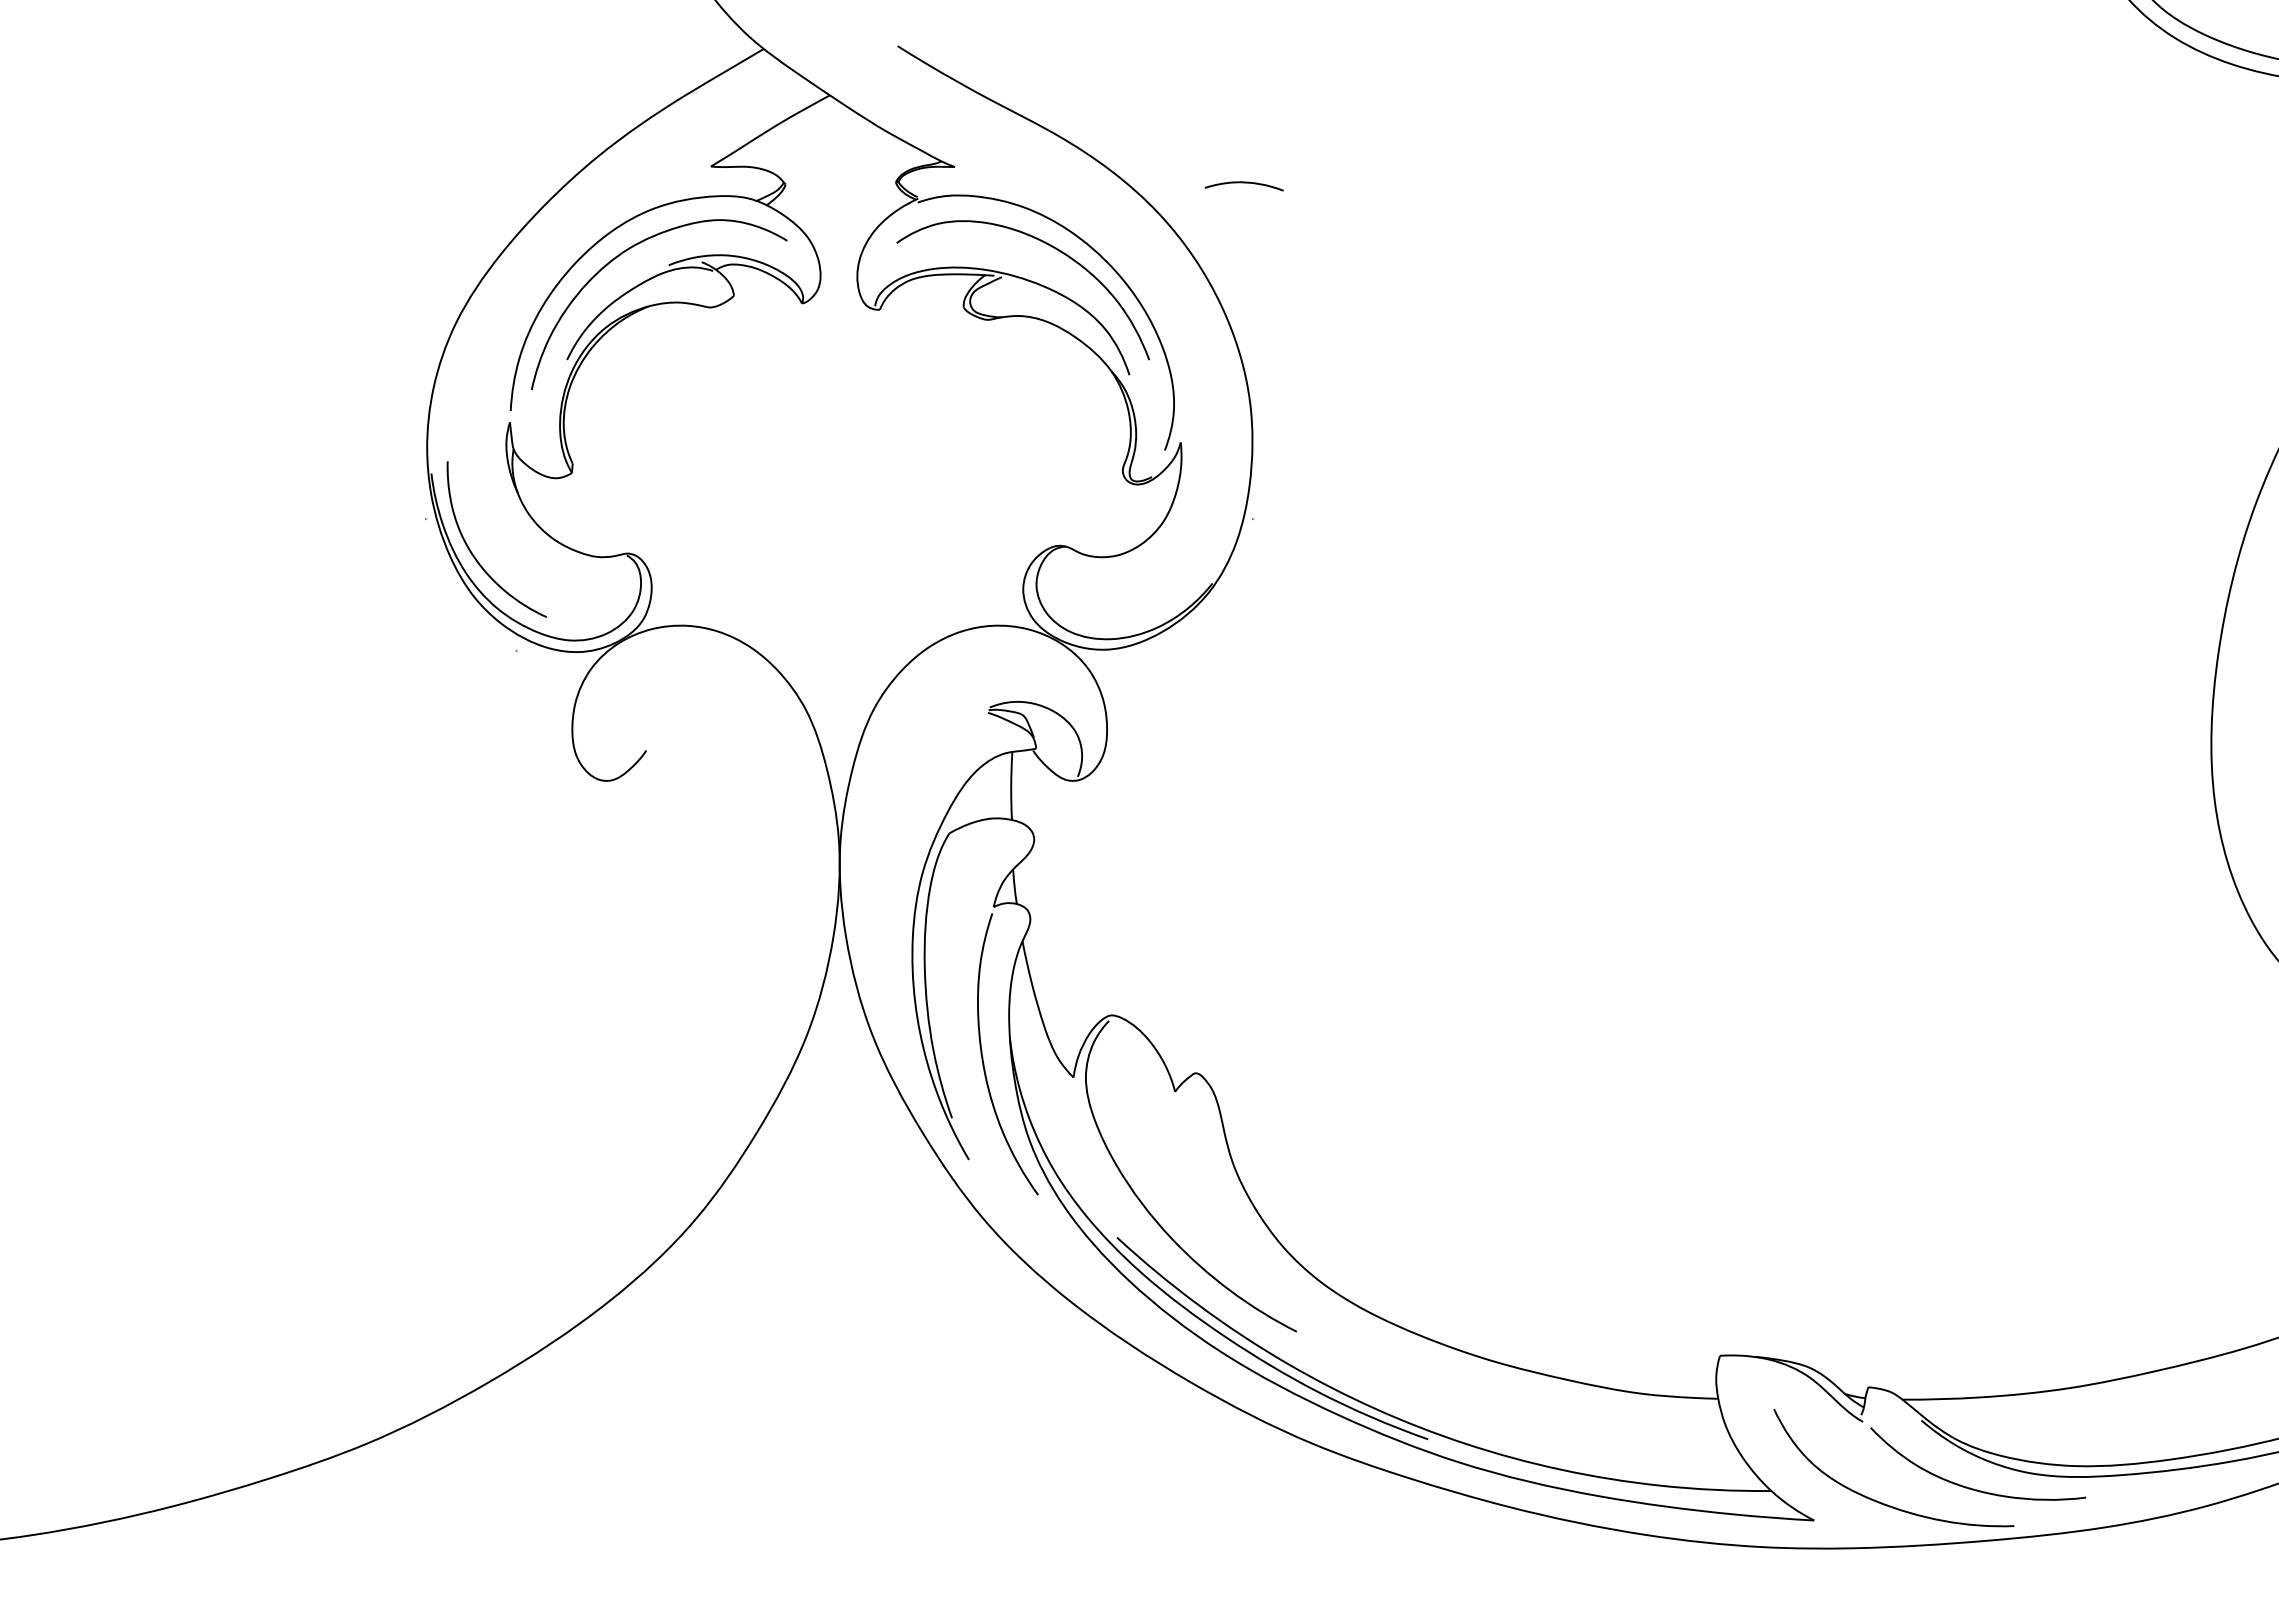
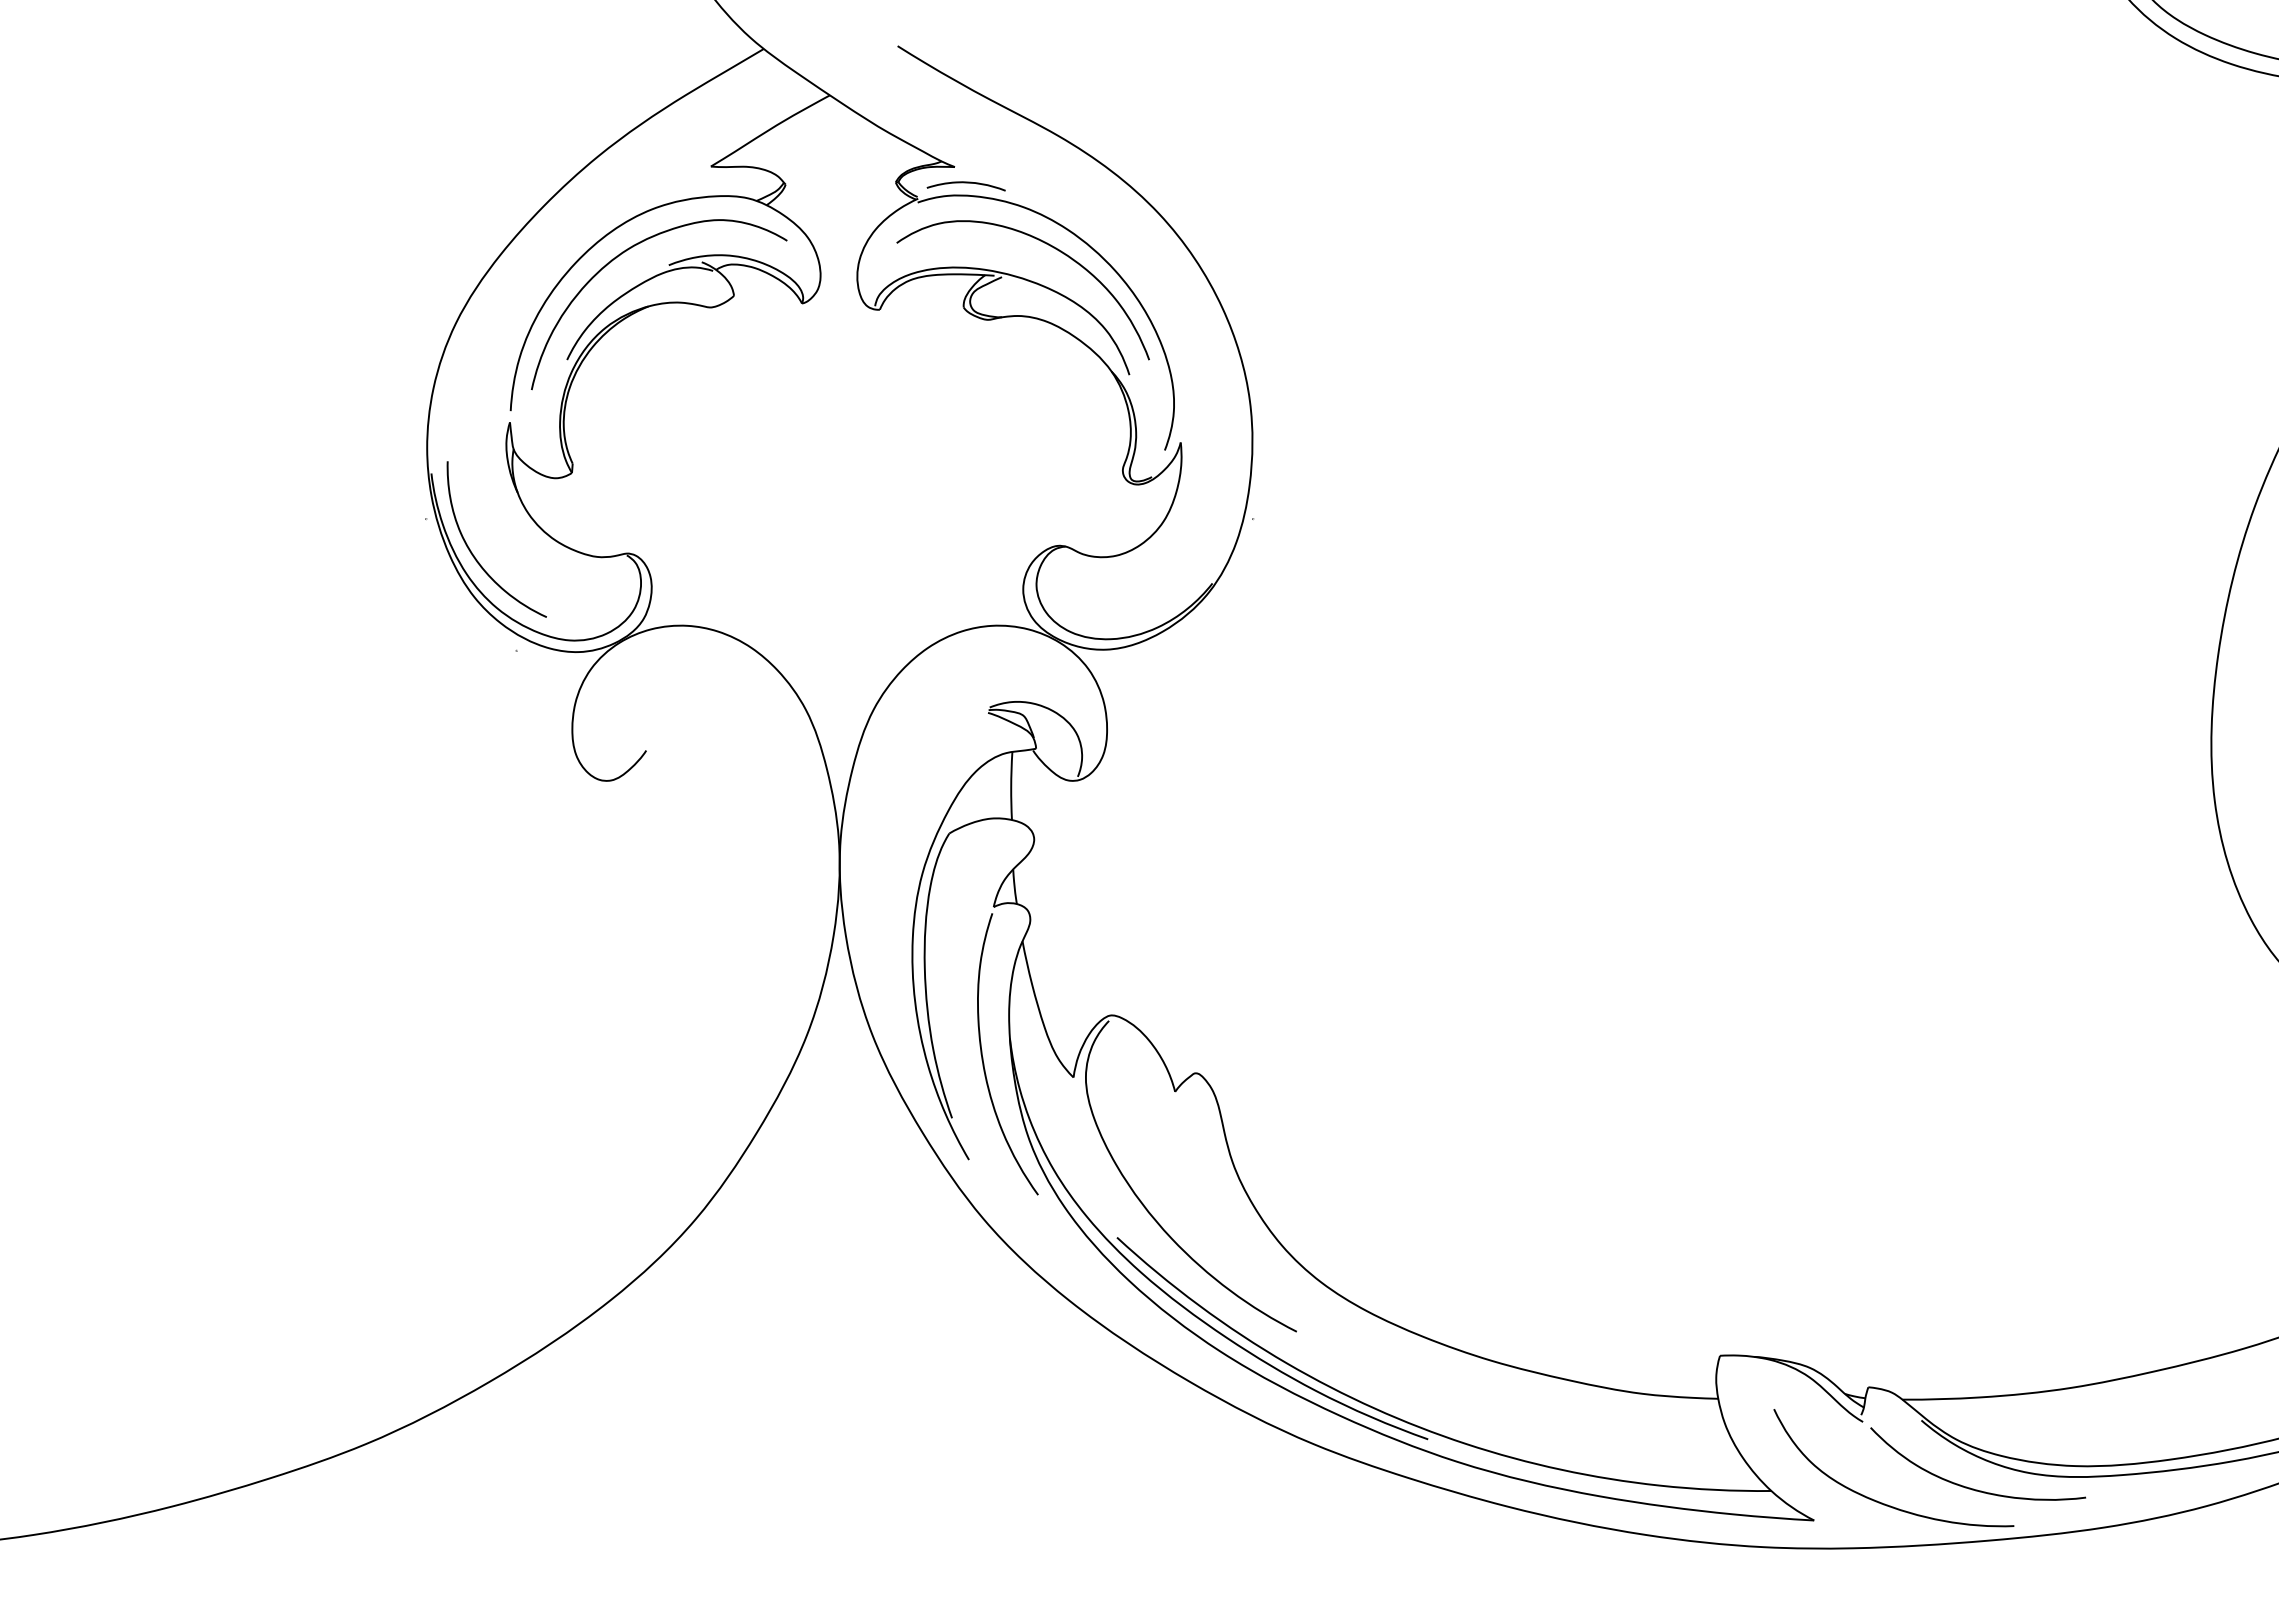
curve at (1243, 183) position: (1243, 183) -> (965, 183)
